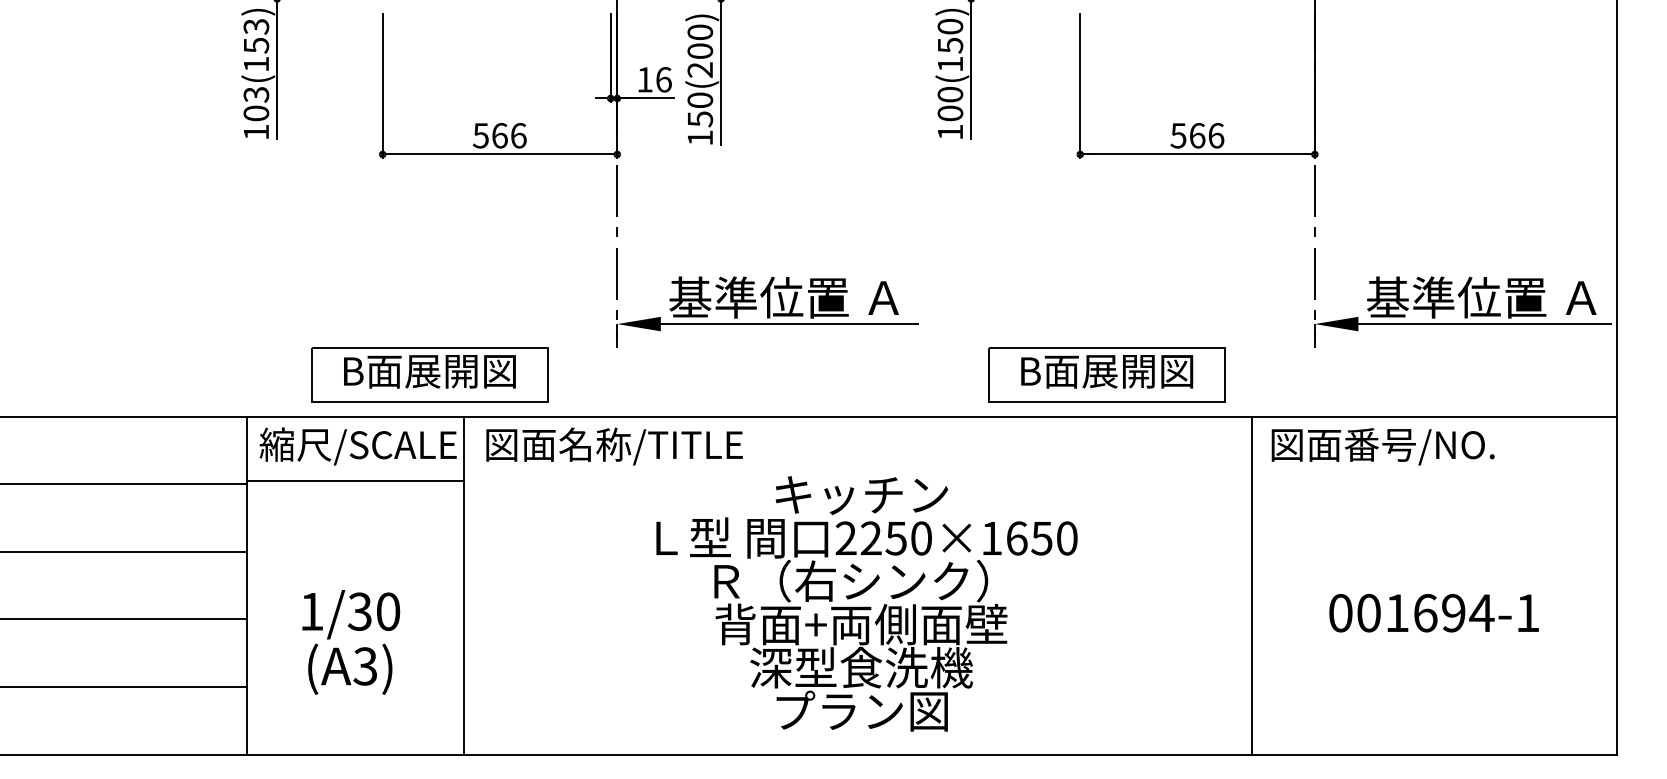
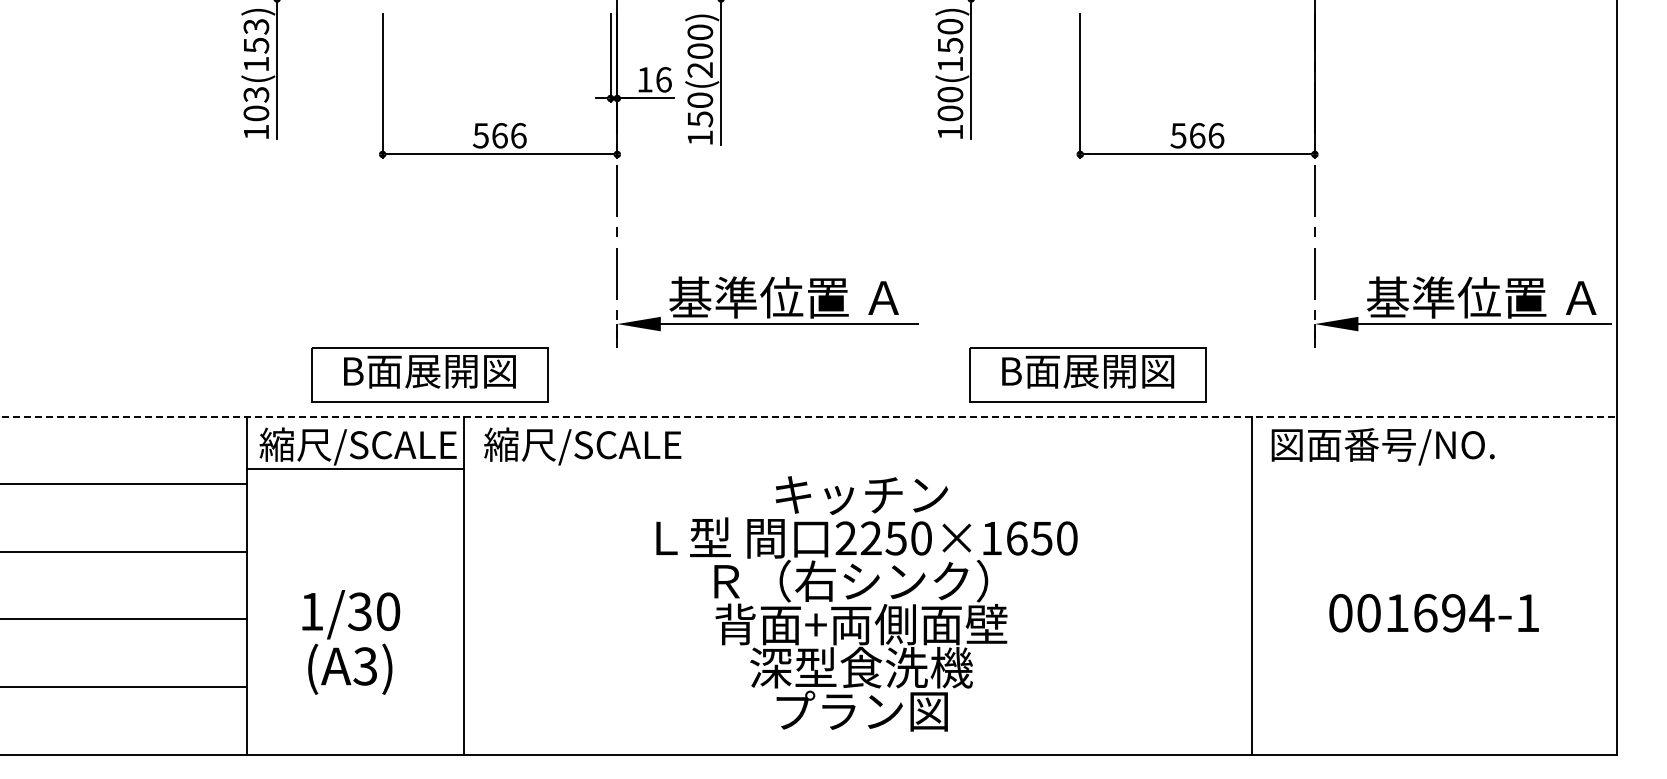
part at (1106, 374) position: (1106, 374) -> (1087, 374)
line at (809, 416): solid -> dashed
text at (613, 446): 図面名称/TITLE -> 縮尺/SCALE
line at (354, 480) position: (354, 480) -> (354, 468)
